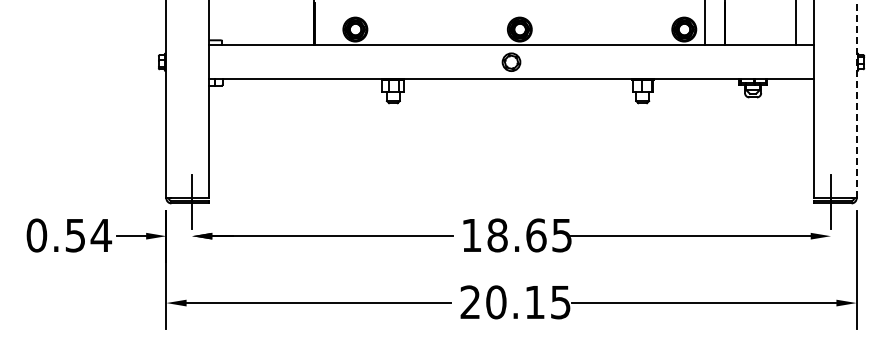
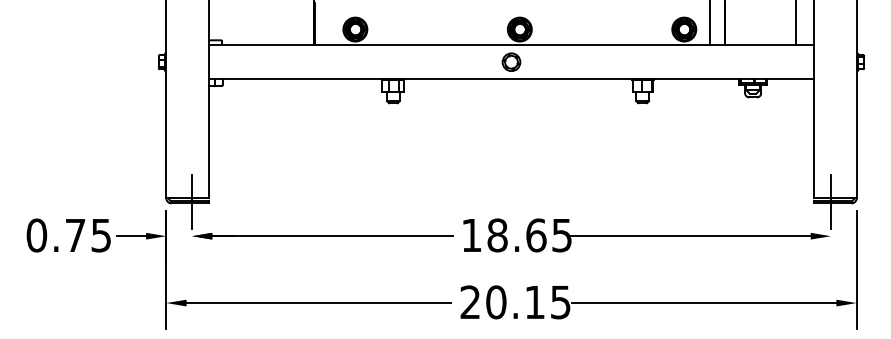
line at (704, 23) position: (704, 23) -> (709, 23)
line at (856, 99): dashed -> solid
text at (88, 235): 0.54 -> 0.75
